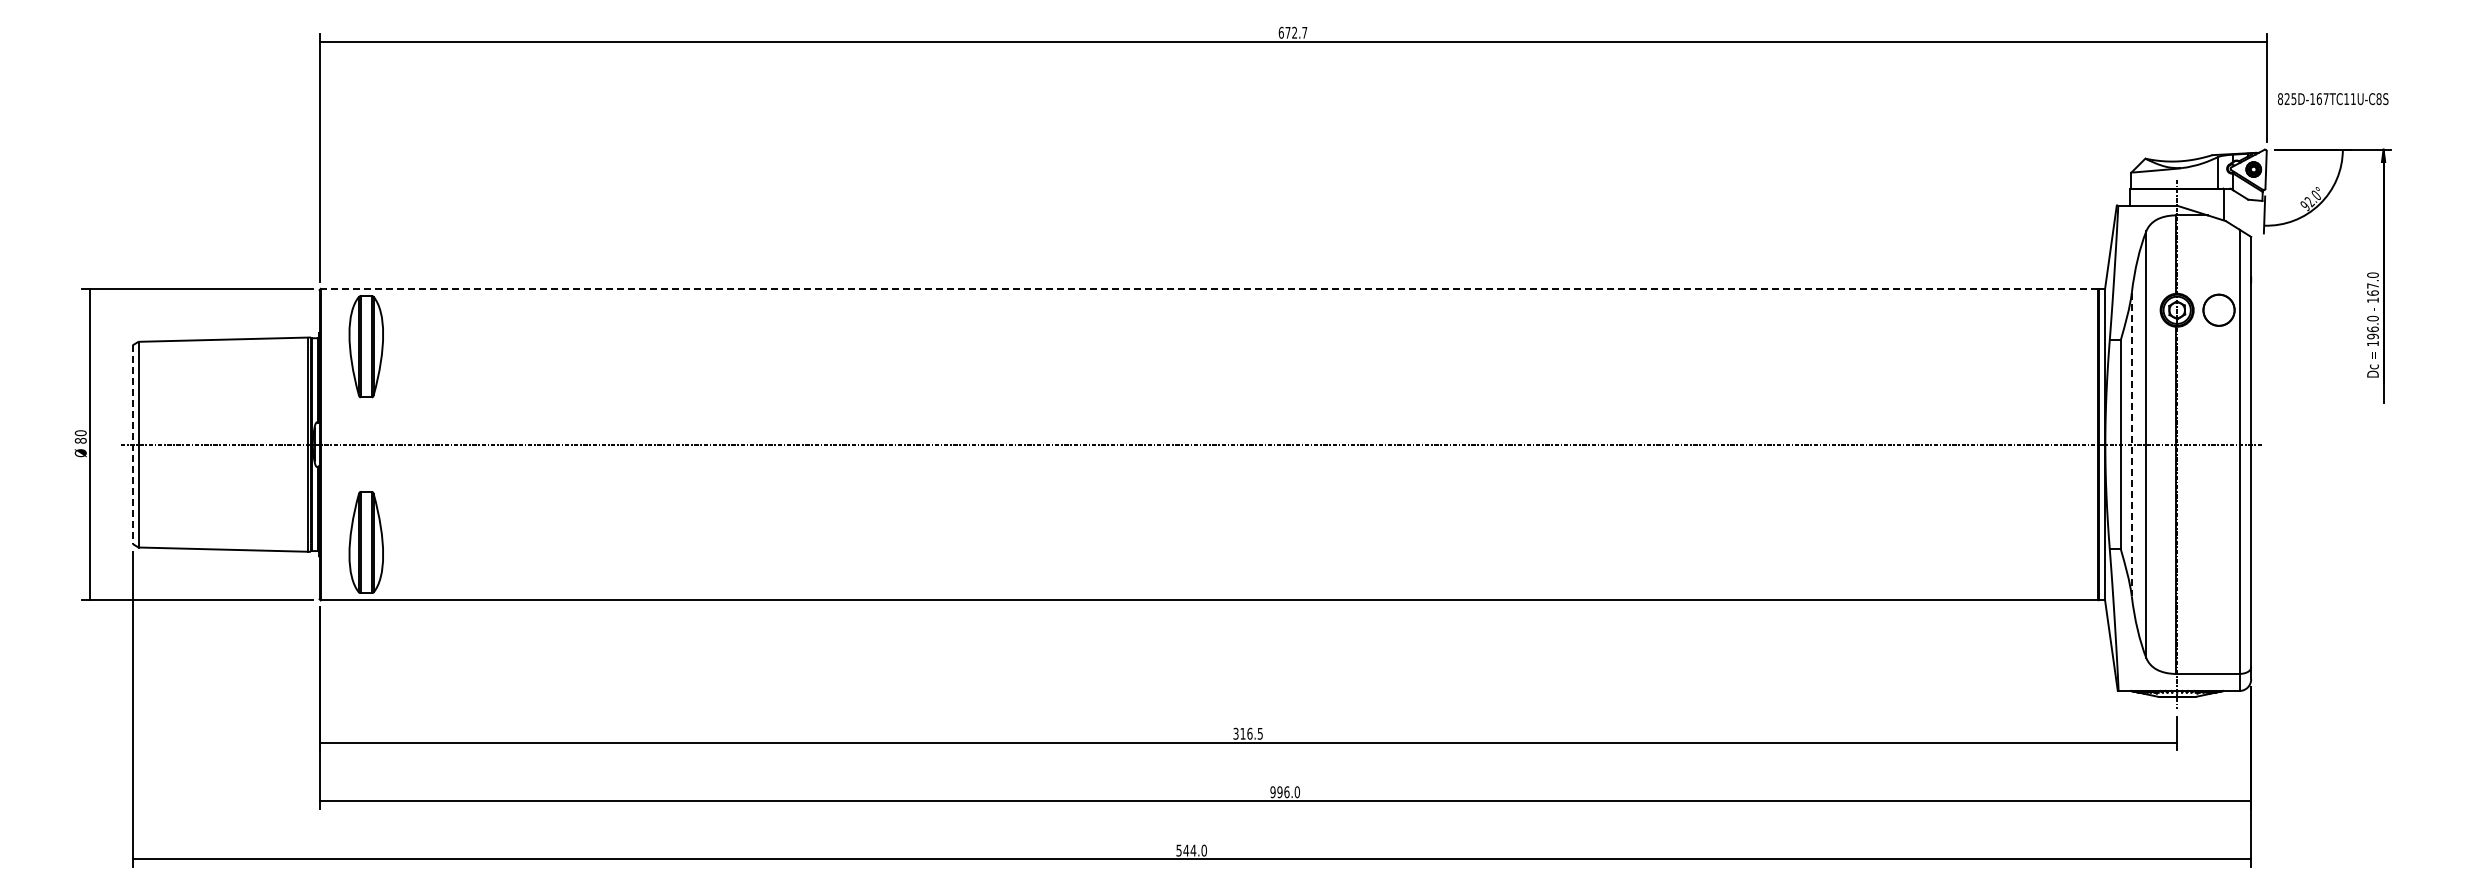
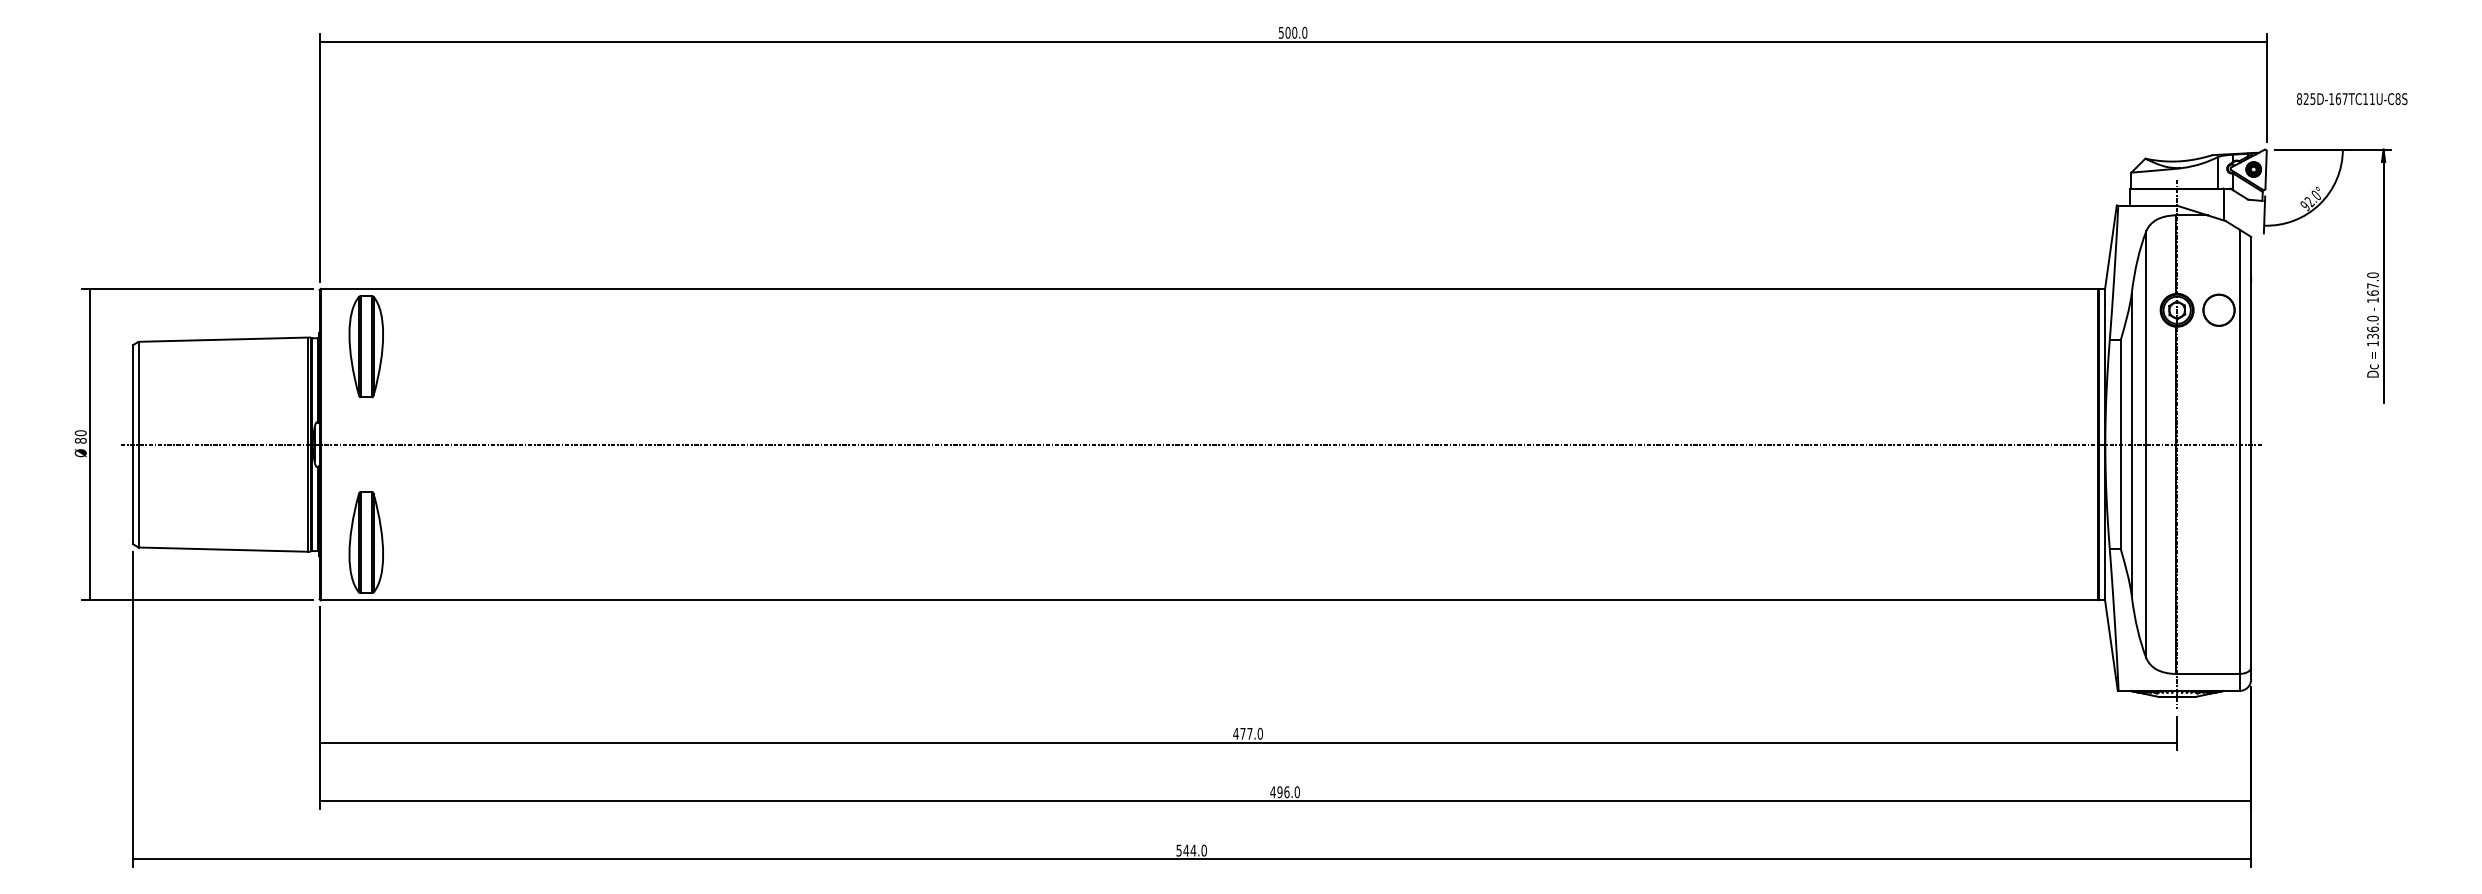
text at (1292, 32): 672.7 -> 500.0
text at (2333, 99) position: (2333, 99) -> (2352, 99)
line at (1209, 288): dashed -> solid
text at (2372, 336): 196.0 -> 136.0
line at (2131, 444): dashed -> solid
line at (132, 445): dashed -> solid
text at (1247, 733): 316.5 -> 477.0
text at (1272, 792): 996.0 -> 496.0
